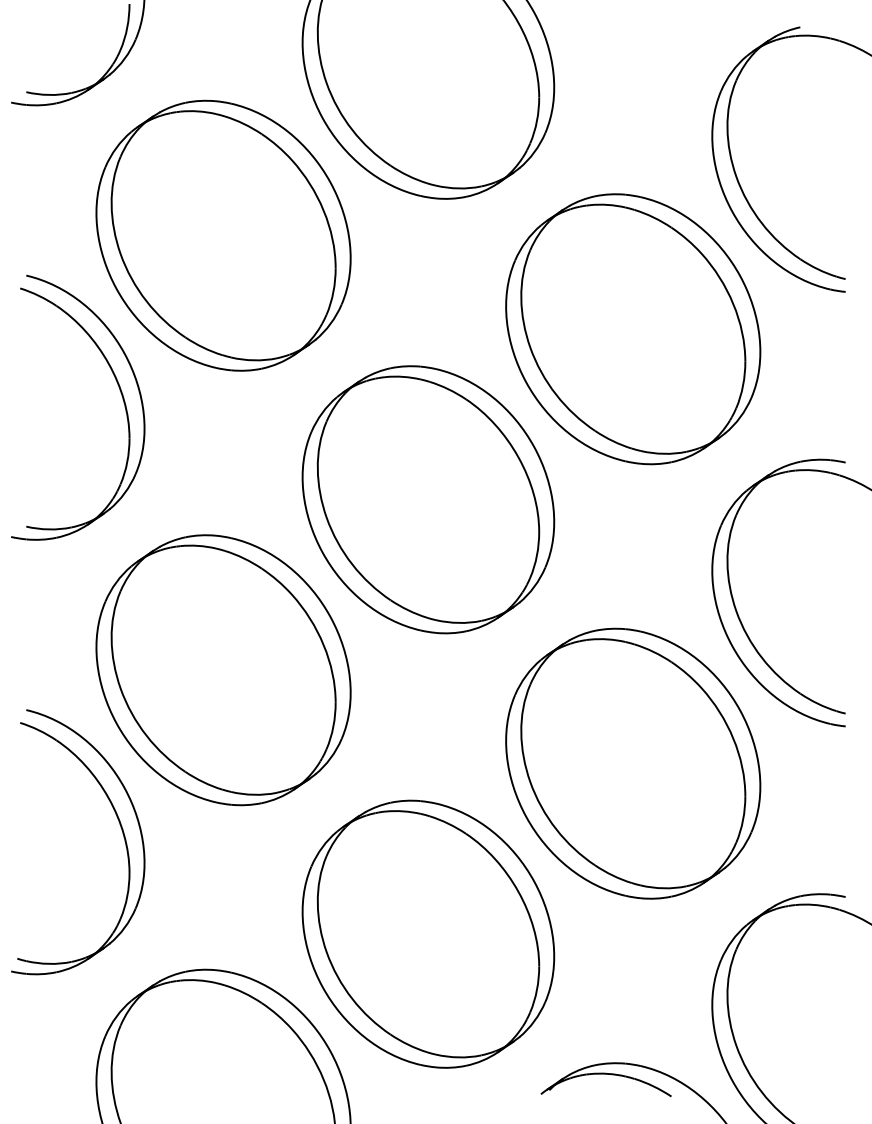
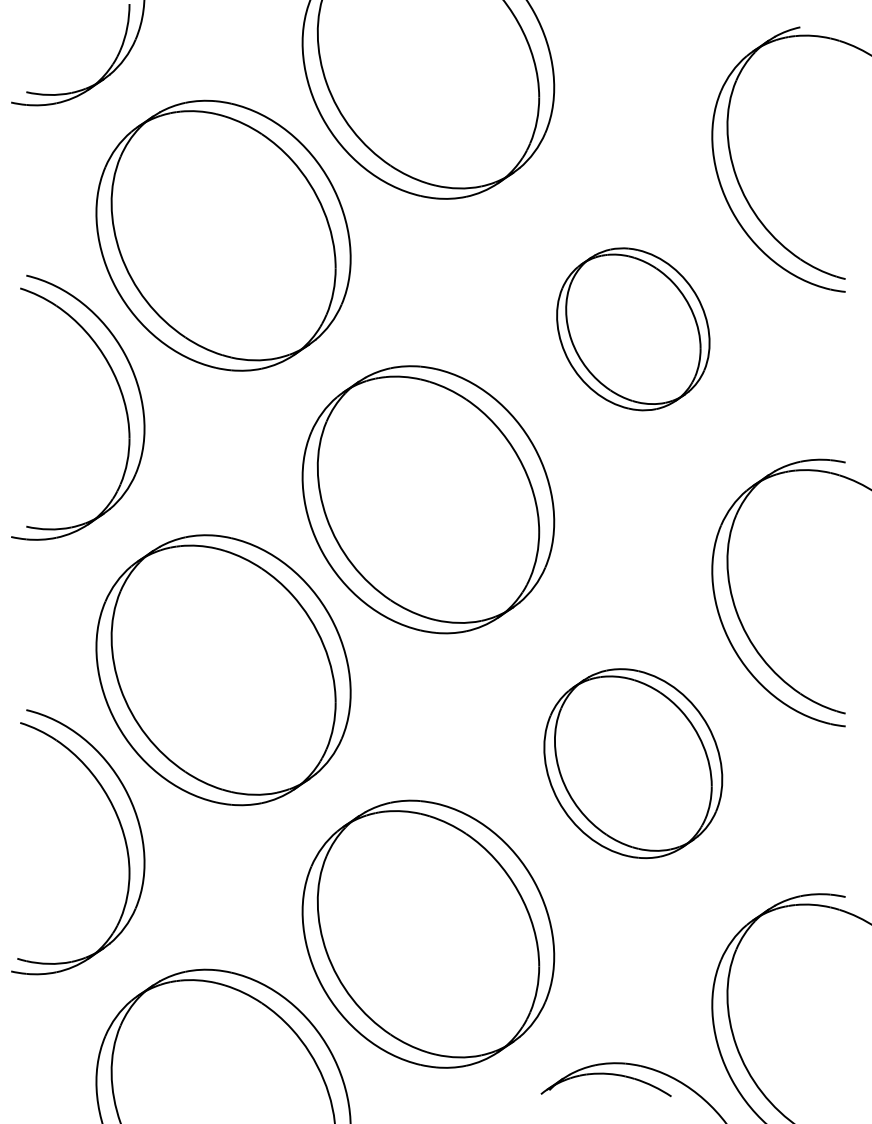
part at (633, 329) size: 257x273 px -> 155x165 px
part at (633, 763) size: 257x273 px -> 181x192 px
